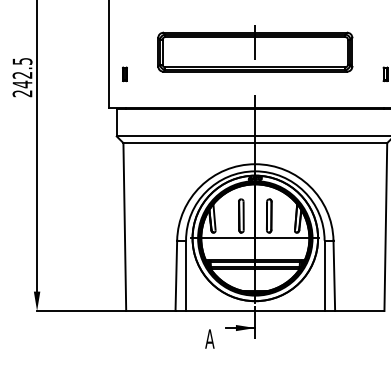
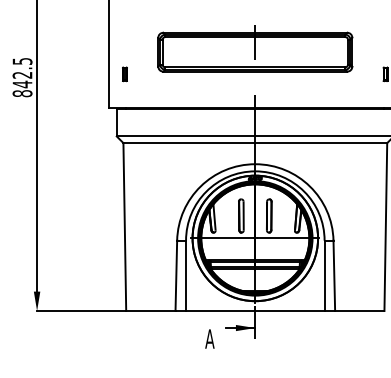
text at (22, 93): 242.5 -> 842.5
